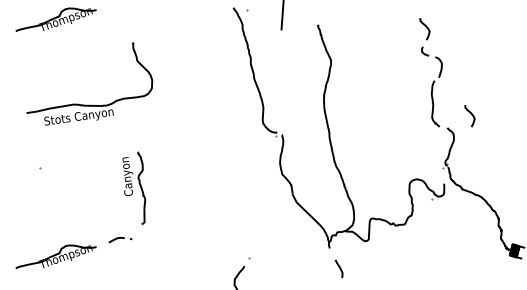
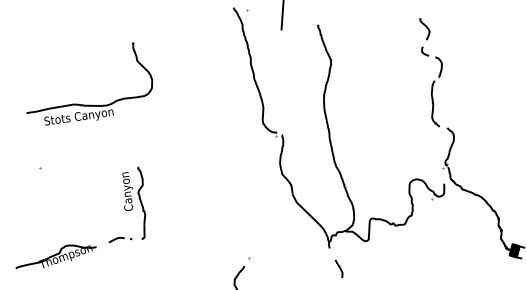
part at (55, 19): present -> none
curve at (470, 114): present -> none
part at (134, 187) position: (134, 187) -> (134, 202)
